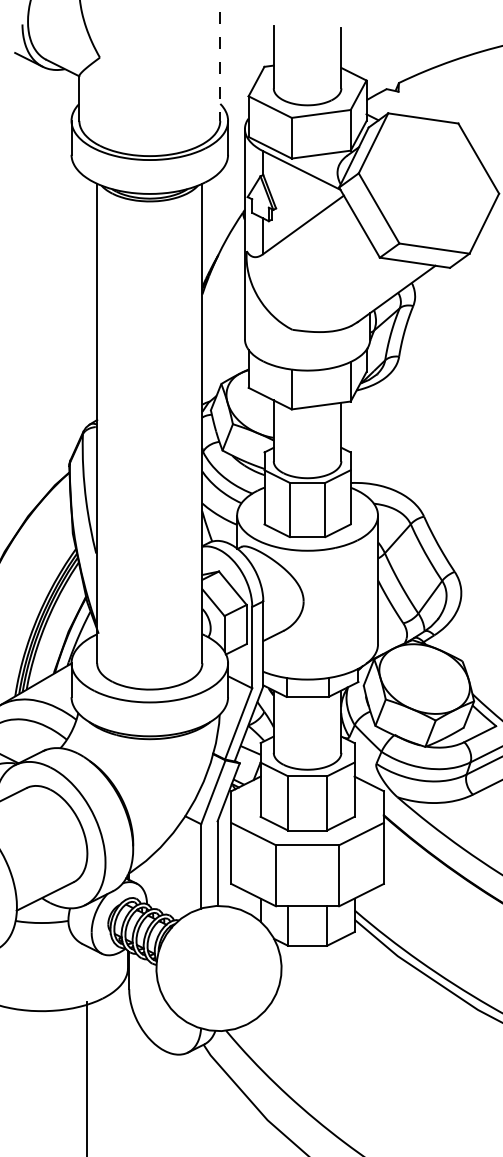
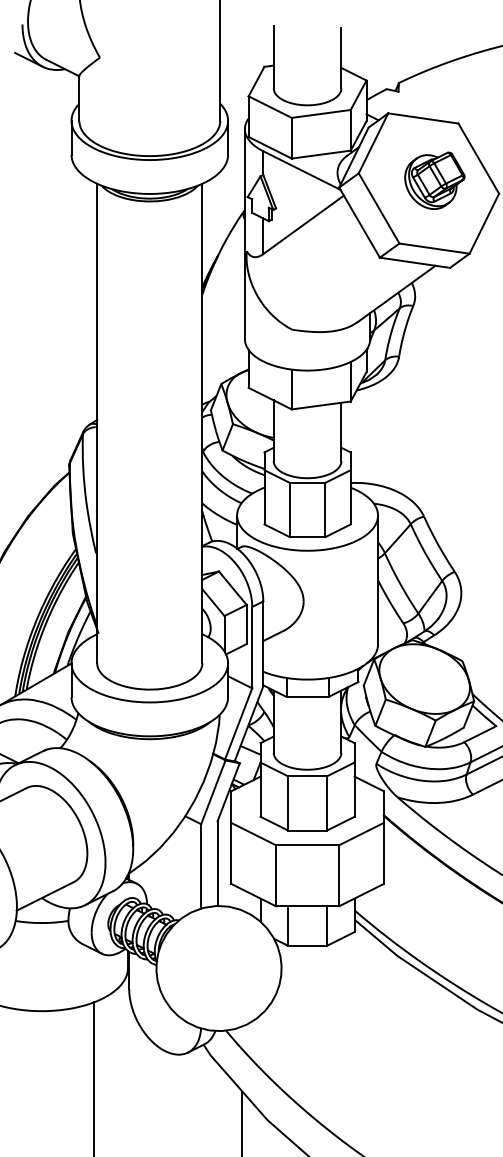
line at (220, 61): dashed -> solid
part at (434, 180): none -> present
line at (87, 1077) position: (87, 1077) -> (94, 1077)
line at (242, 1122): none -> present
